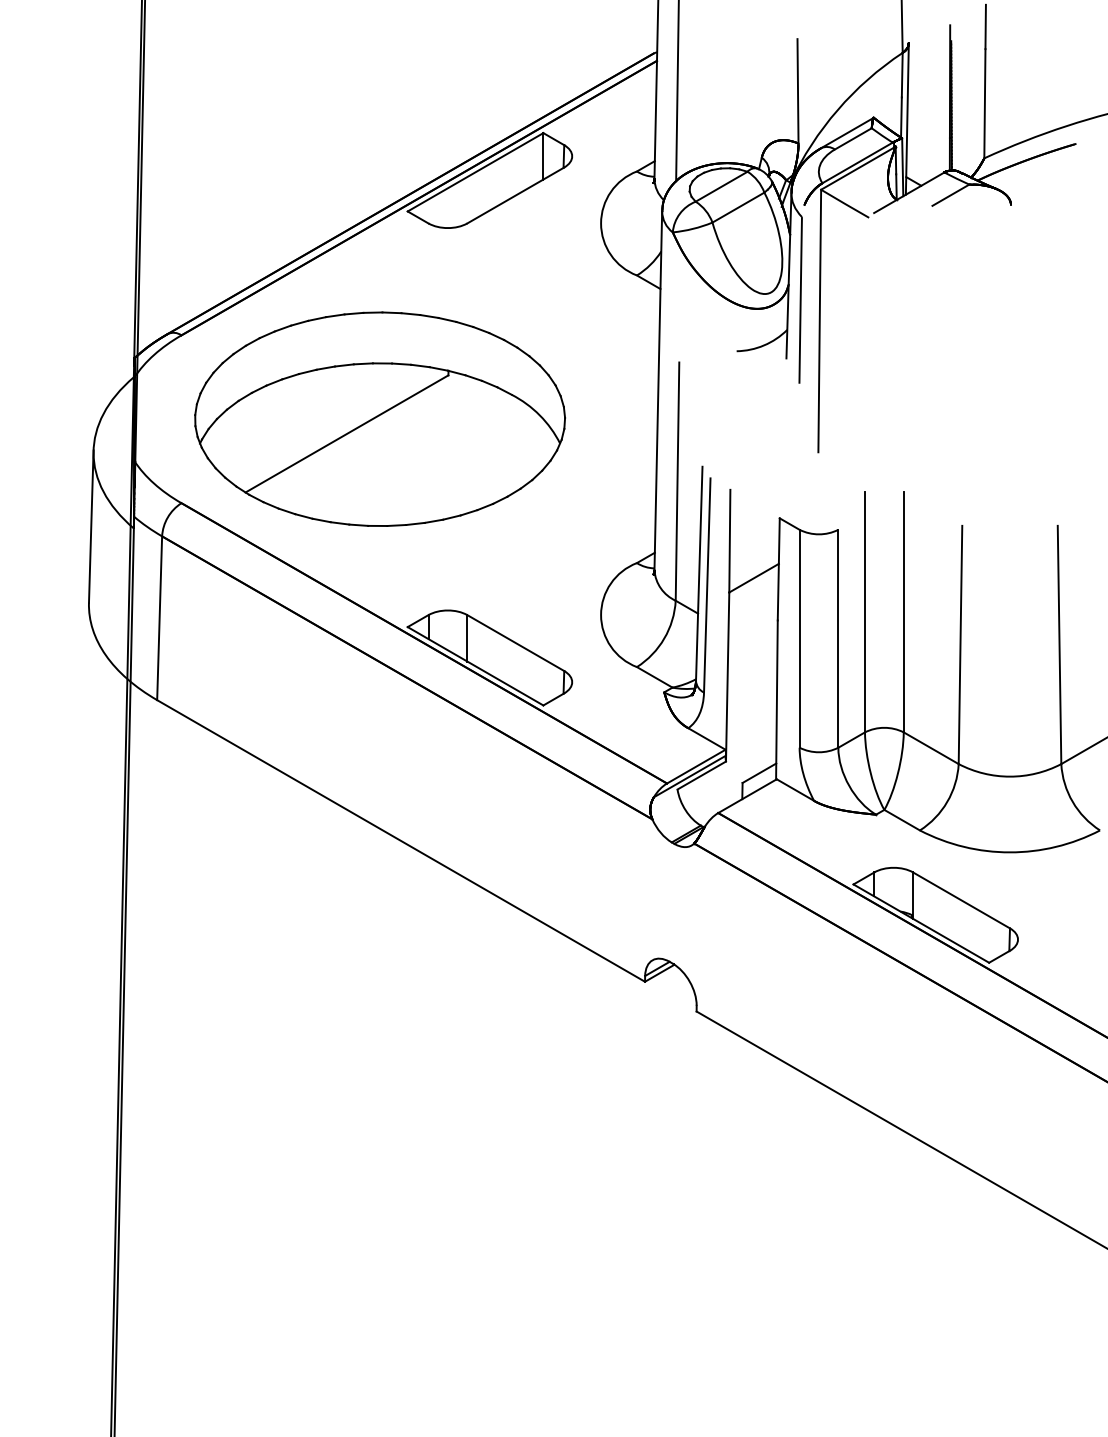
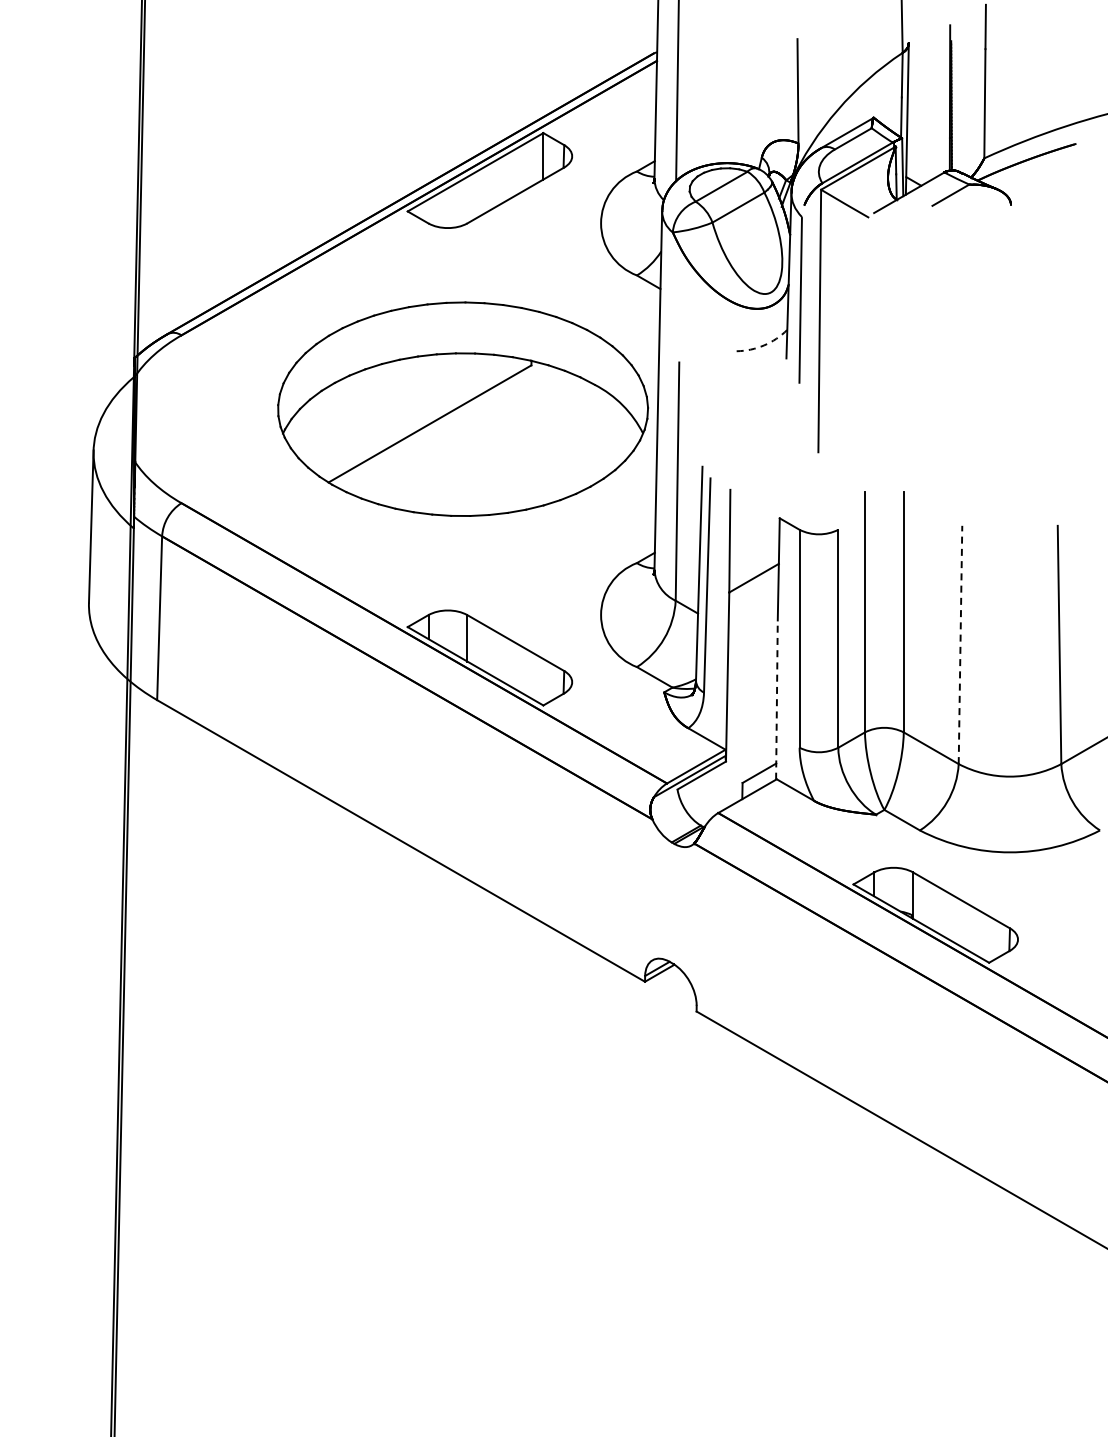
arc at (764, 345): solid -> dashed
part at (379, 418) position: (379, 418) -> (462, 408)
line at (960, 644): solid -> dashed
line at (776, 700): solid -> dashed
